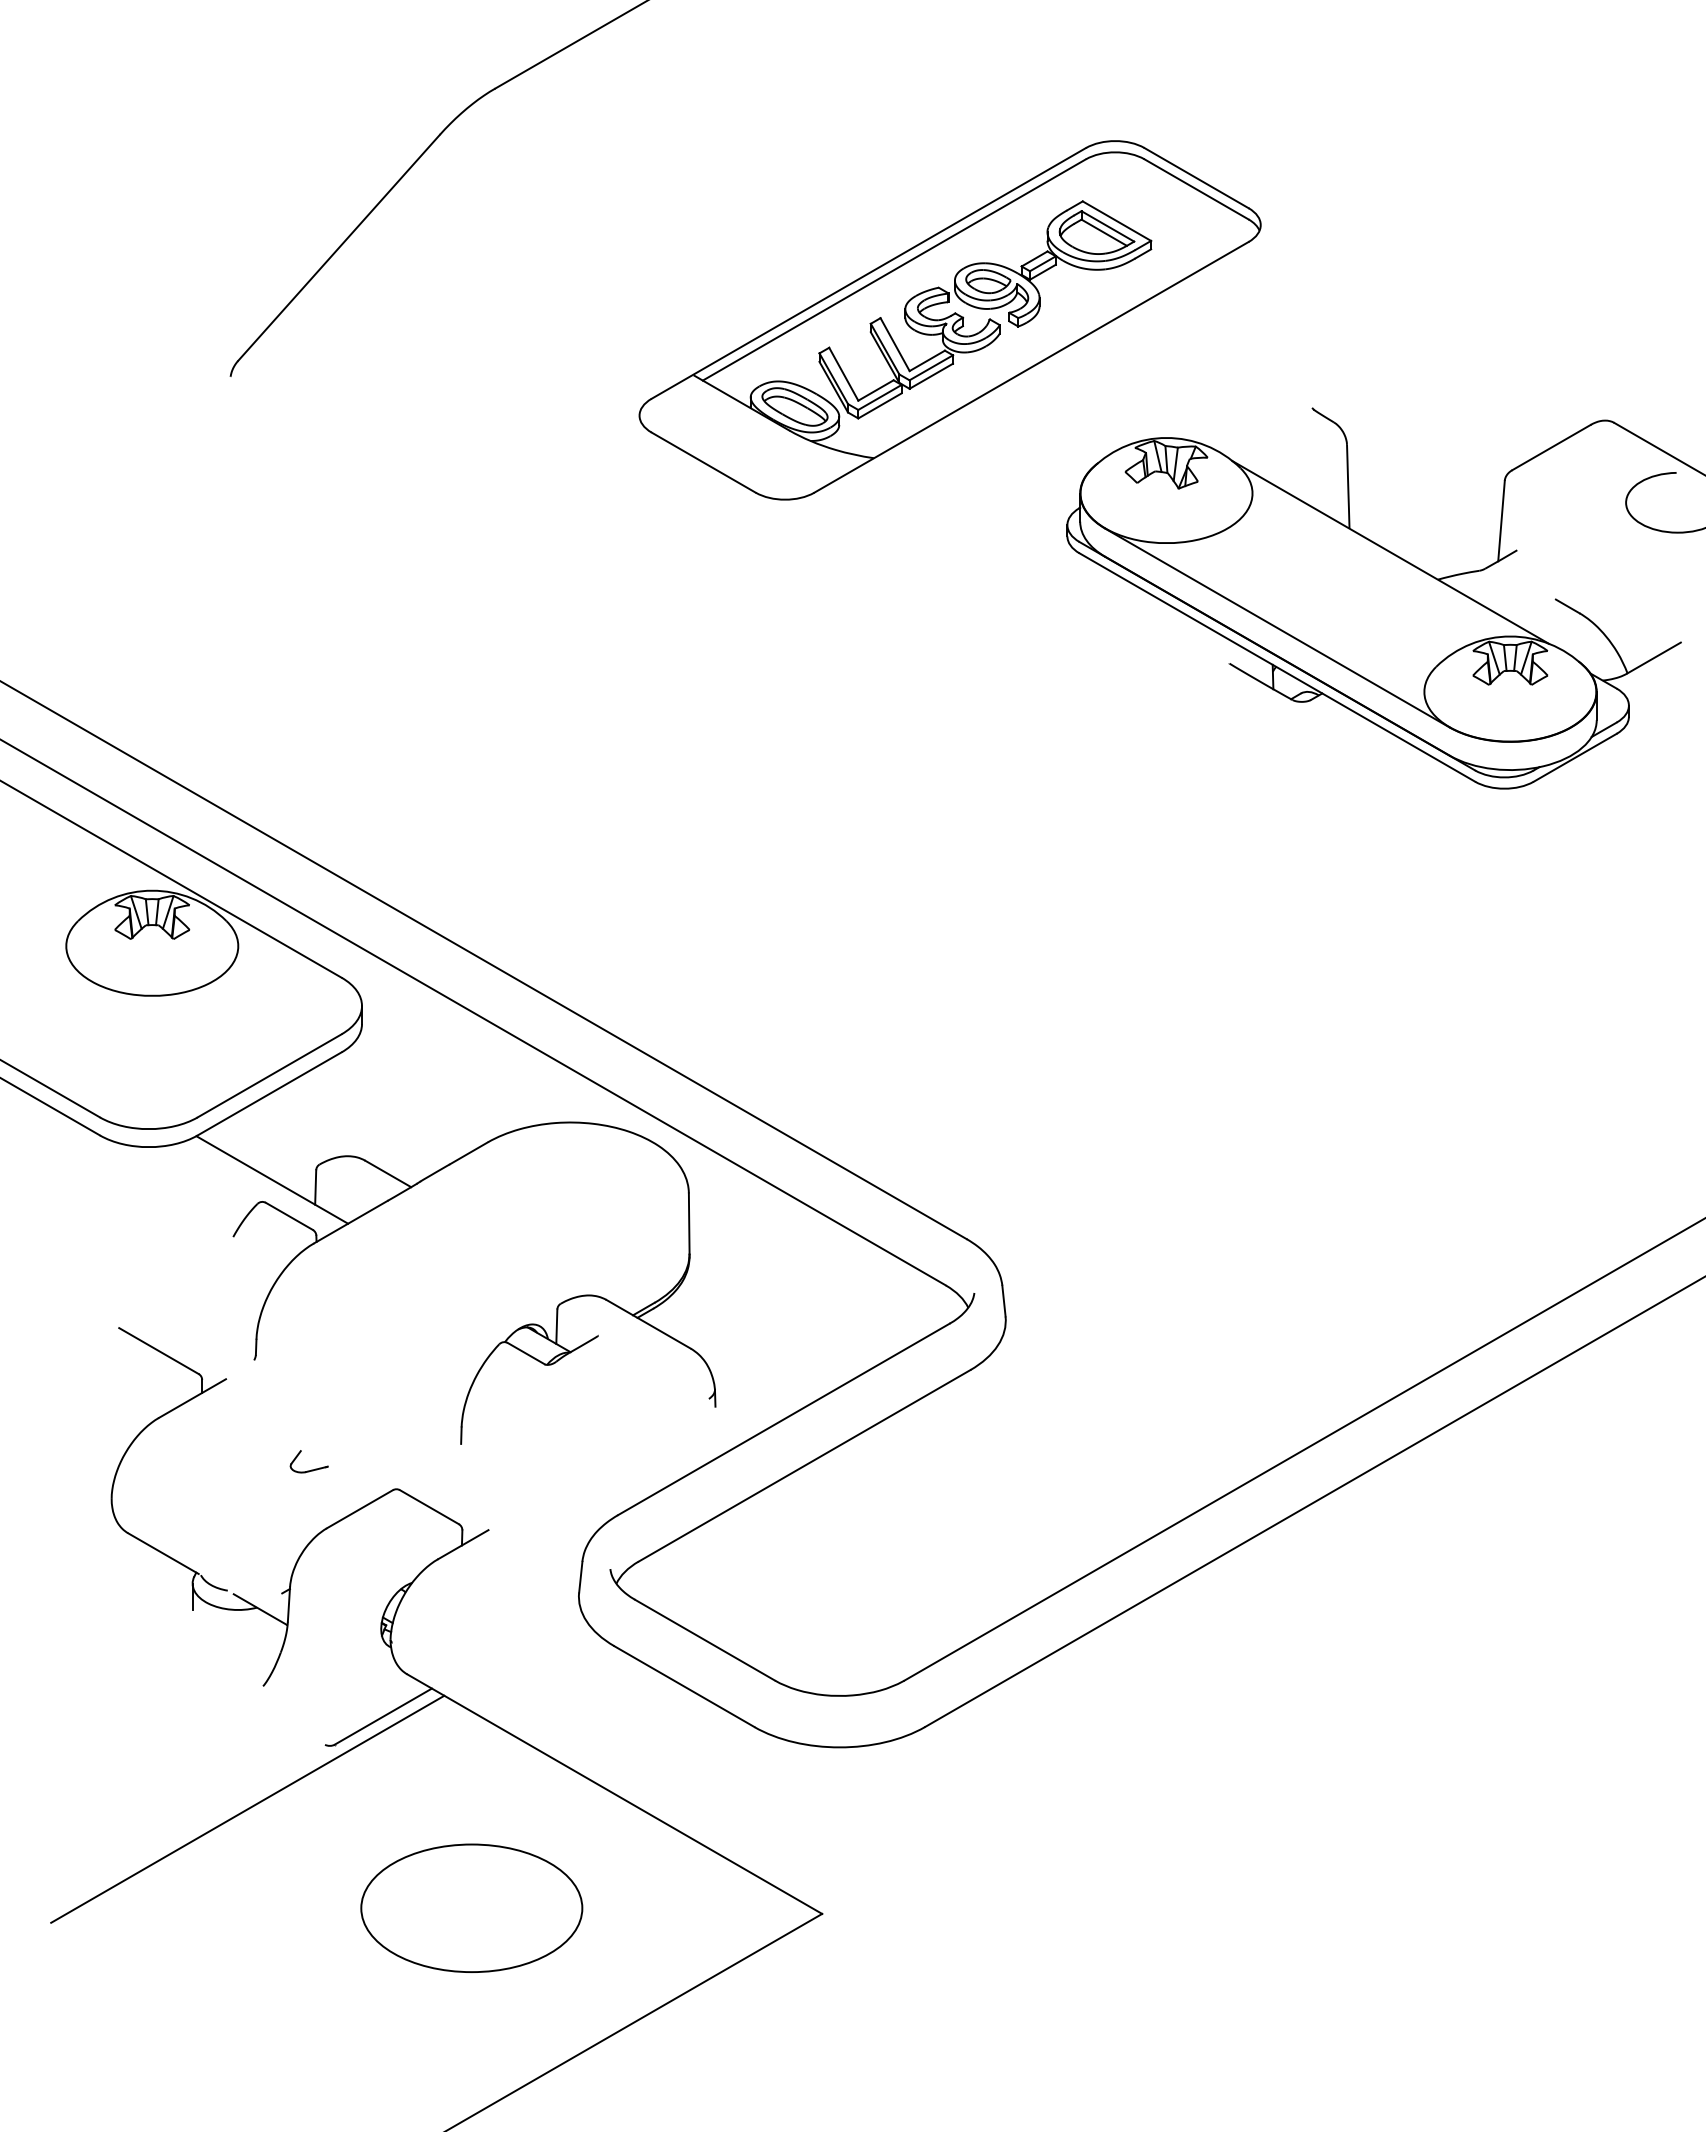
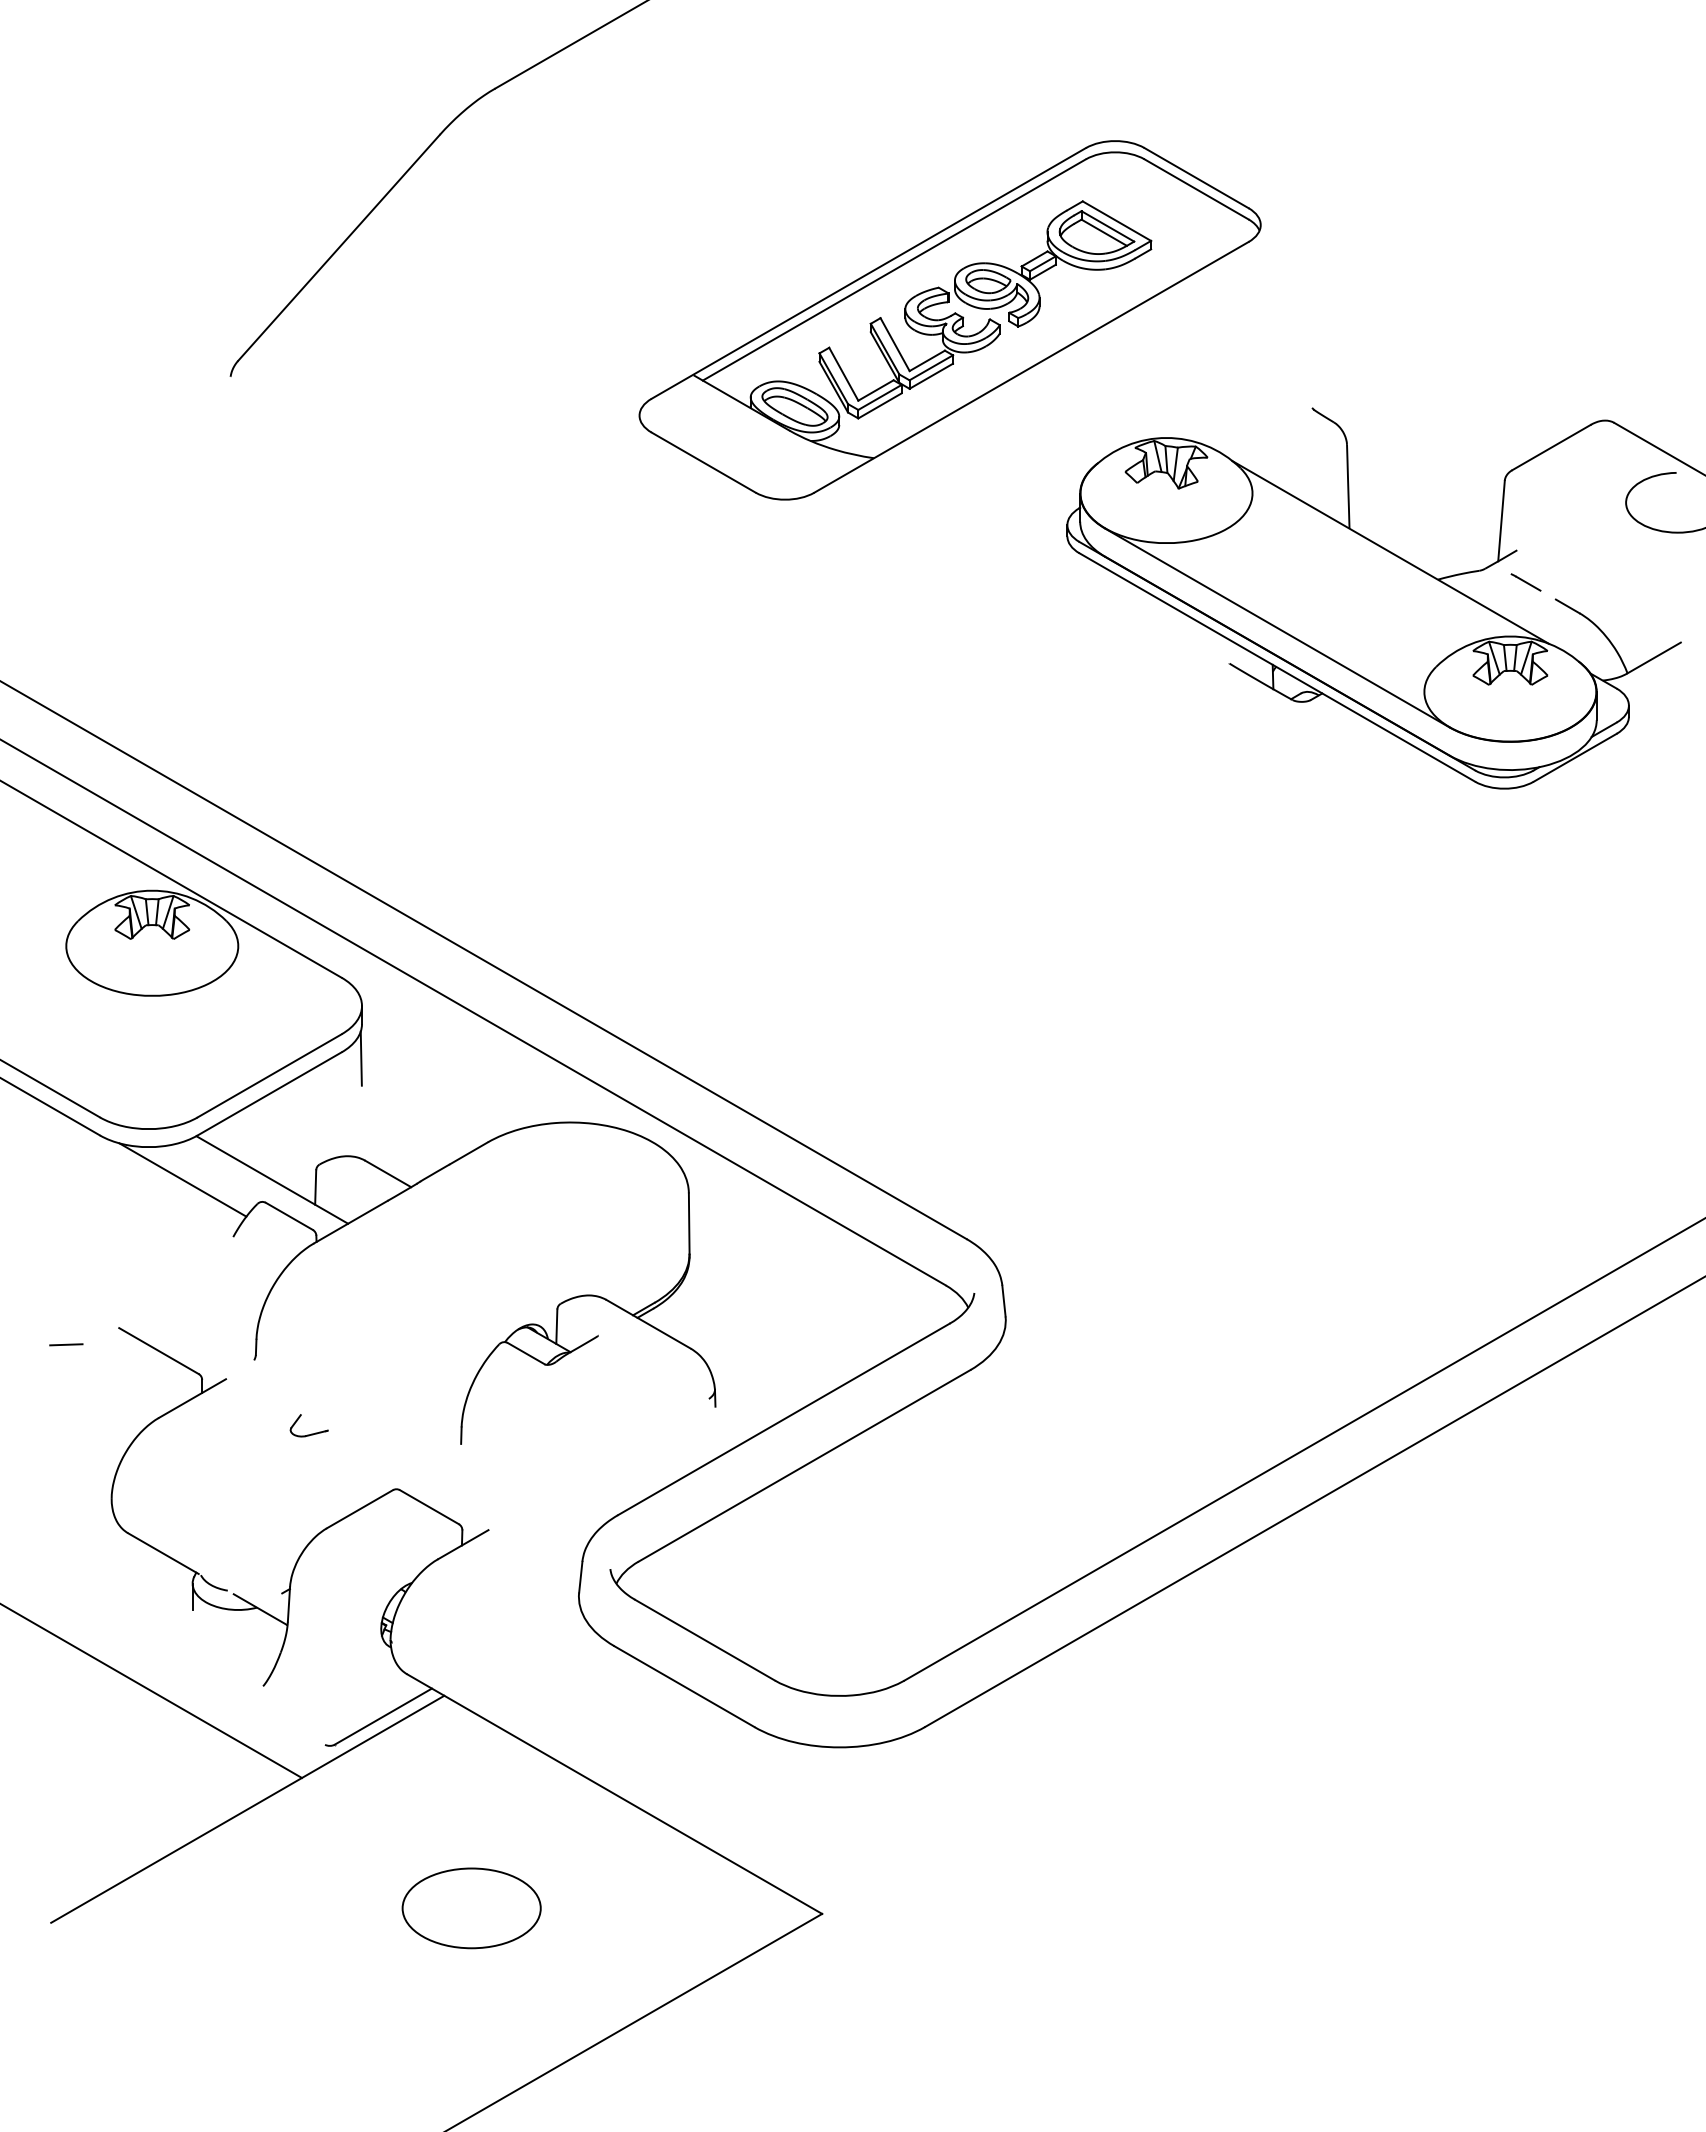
line at (1525, 582): none -> present
line at (360, 1058): none -> present
line at (182, 1179): none -> present
line at (66, 1344): none -> present
part at (311, 1469) position: (311, 1469) -> (311, 1433)
line at (151, 1690): none -> present
part at (471, 1907) size: 224x130 px -> 141x83 px
